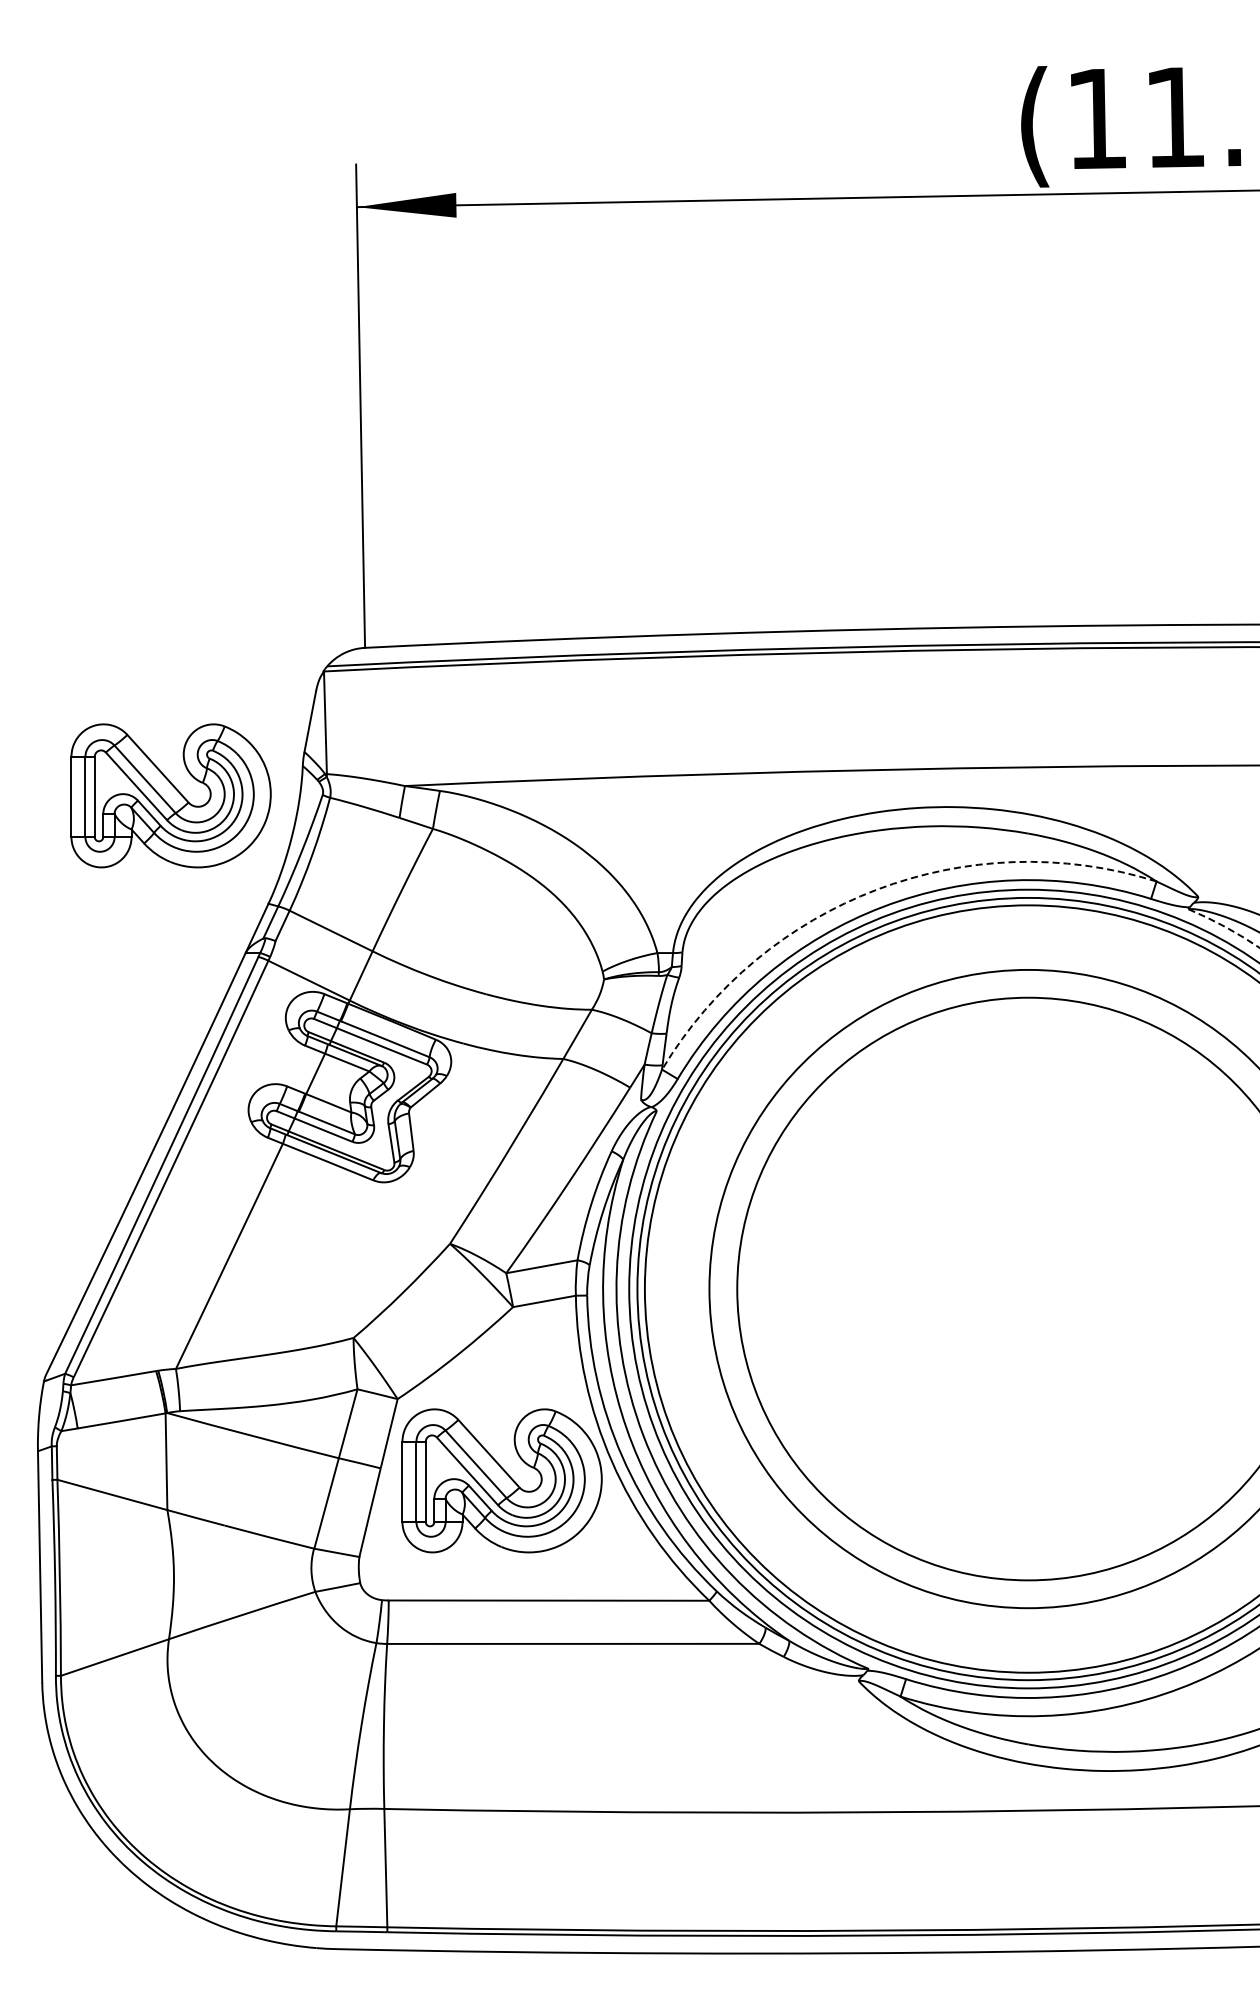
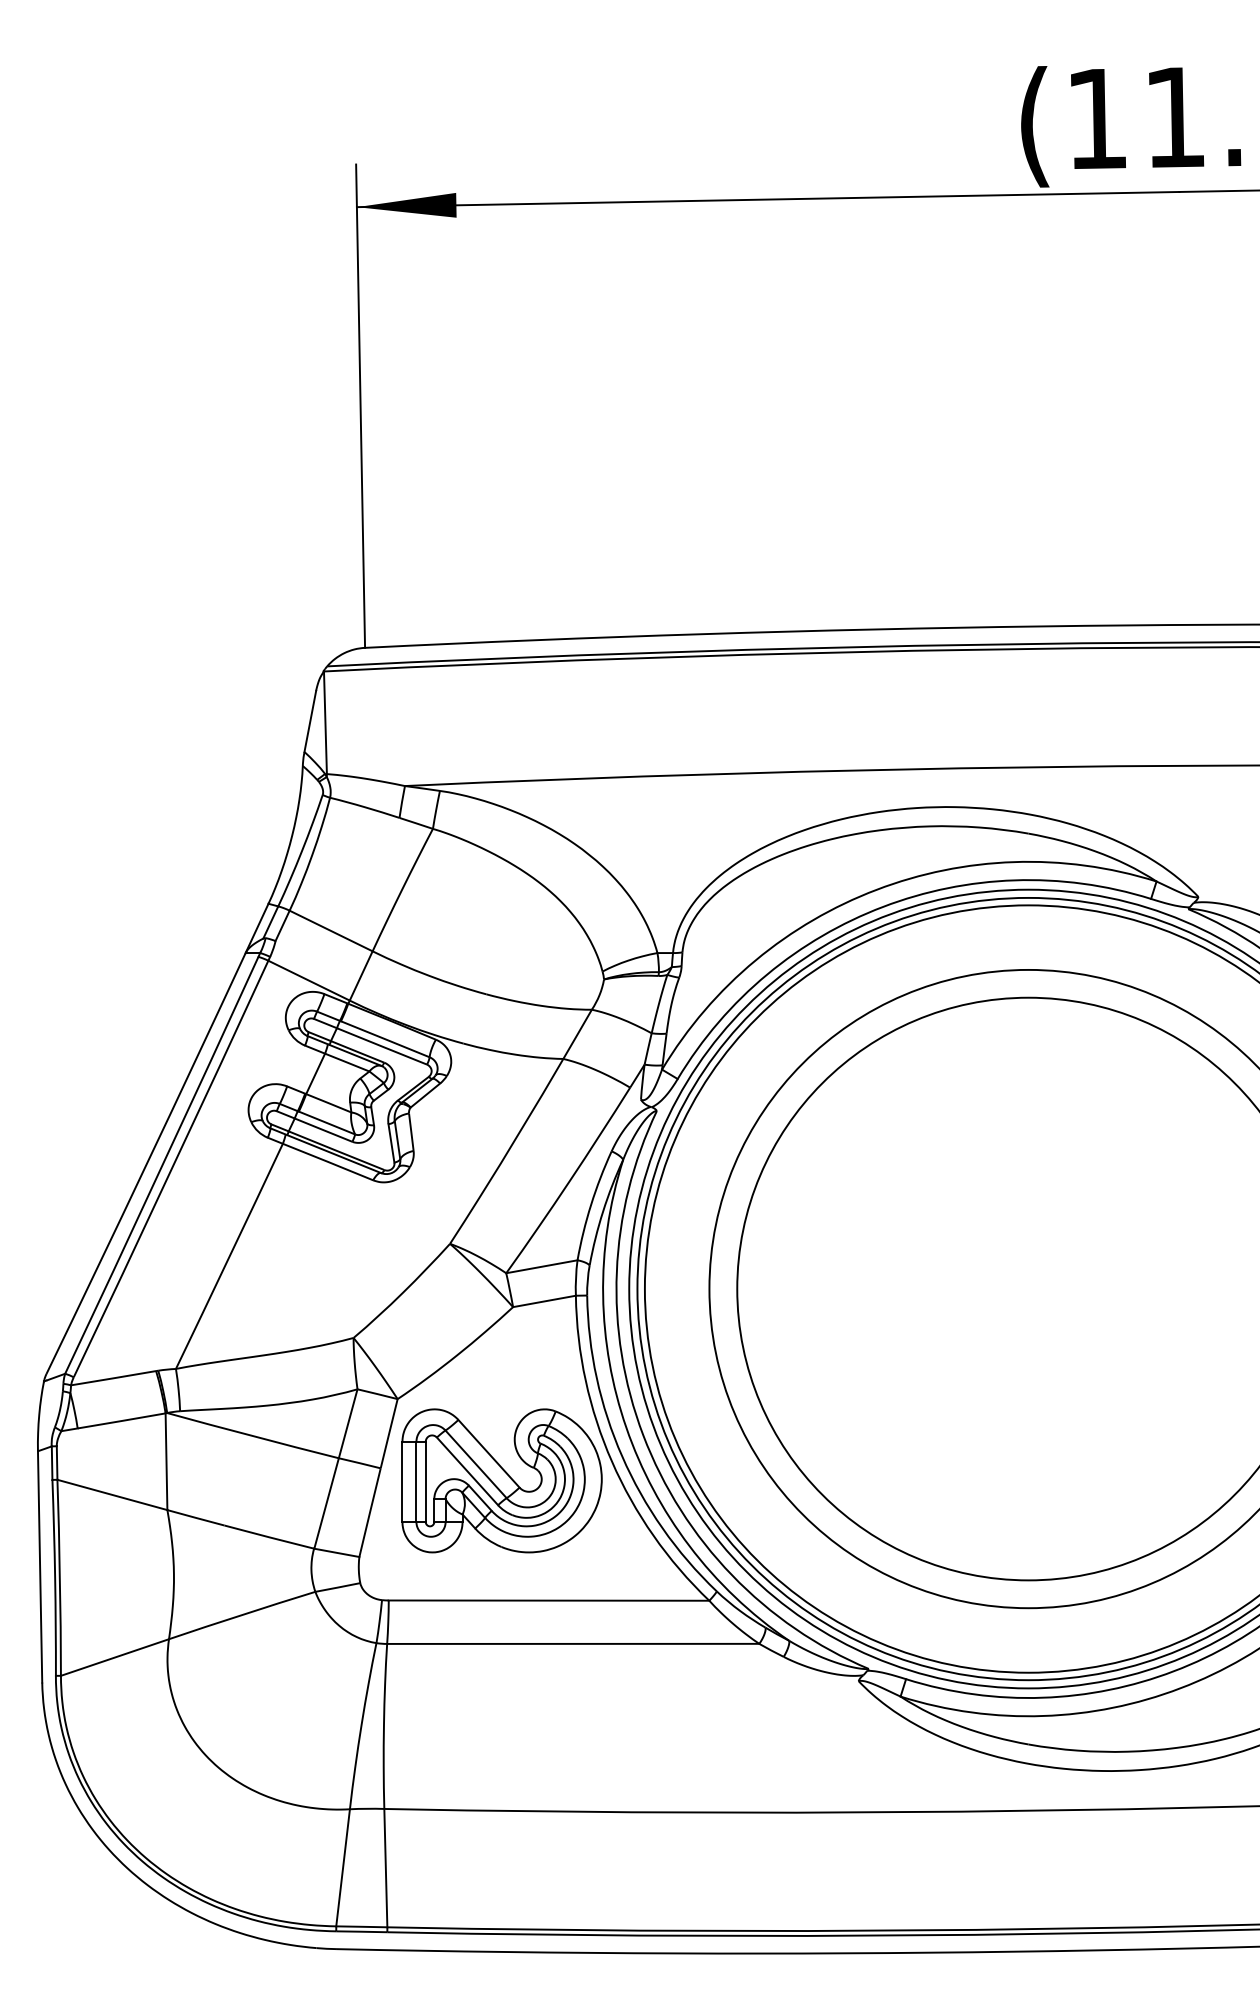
part at (170, 795): present -> none
arc at (876, 889): dashed -> solid
arc at (1223, 926): dashed -> solid
